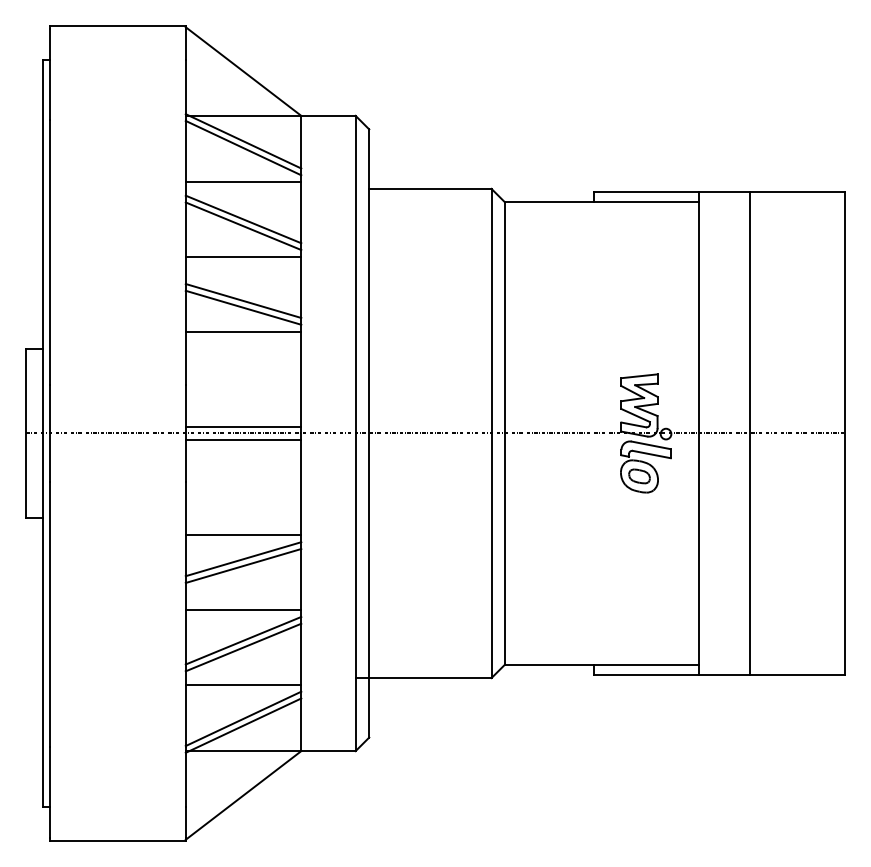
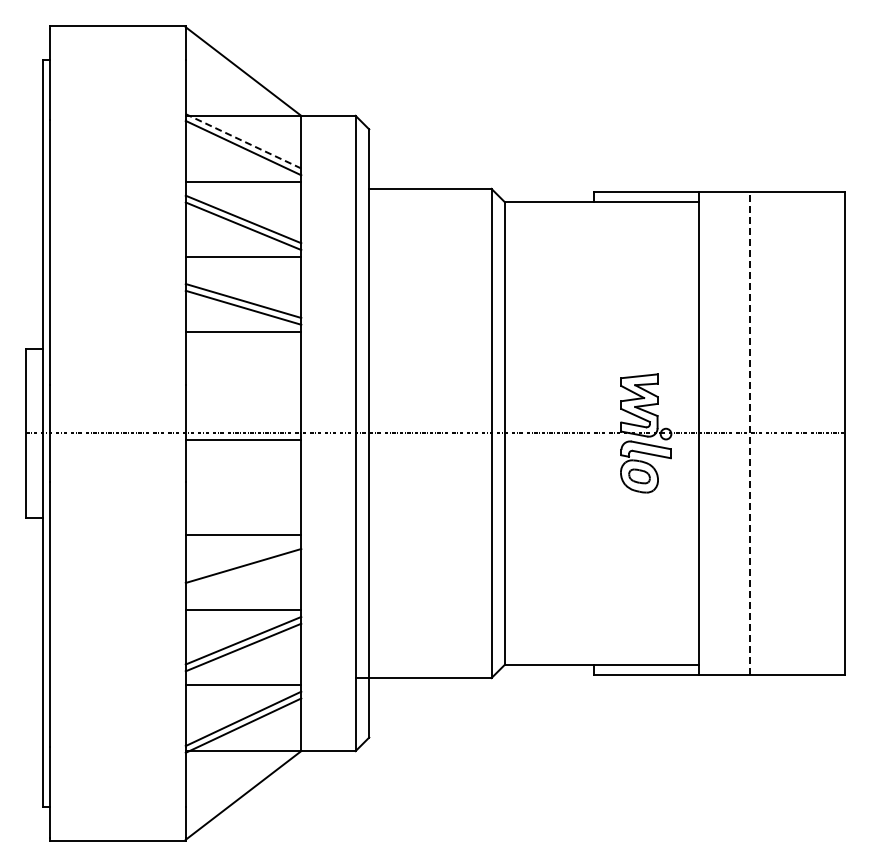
line at (243, 141): solid -> dashed
line at (243, 426): present -> none
line at (749, 433): solid -> dashed
line at (243, 559): present -> none
